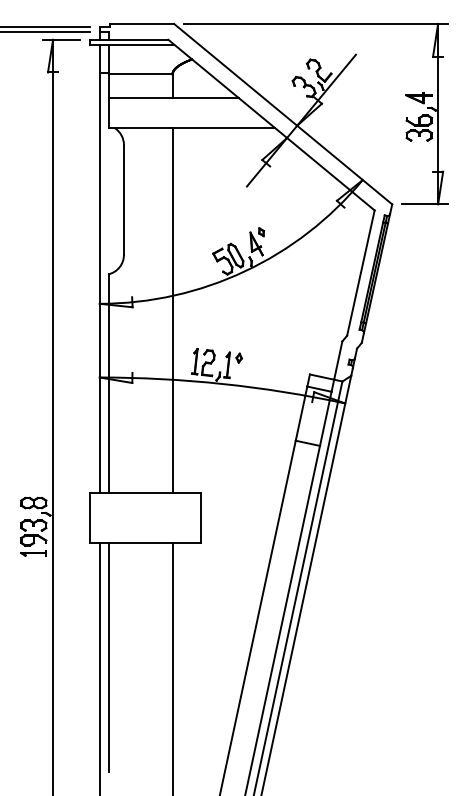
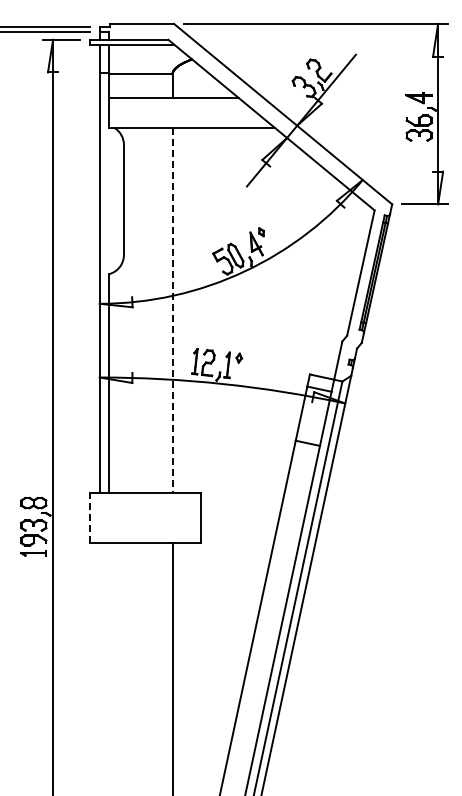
line at (172, 310): solid -> dashed
line at (89, 518): solid -> dashed
line at (108, 657): present -> none
line at (99, 667): present -> none
